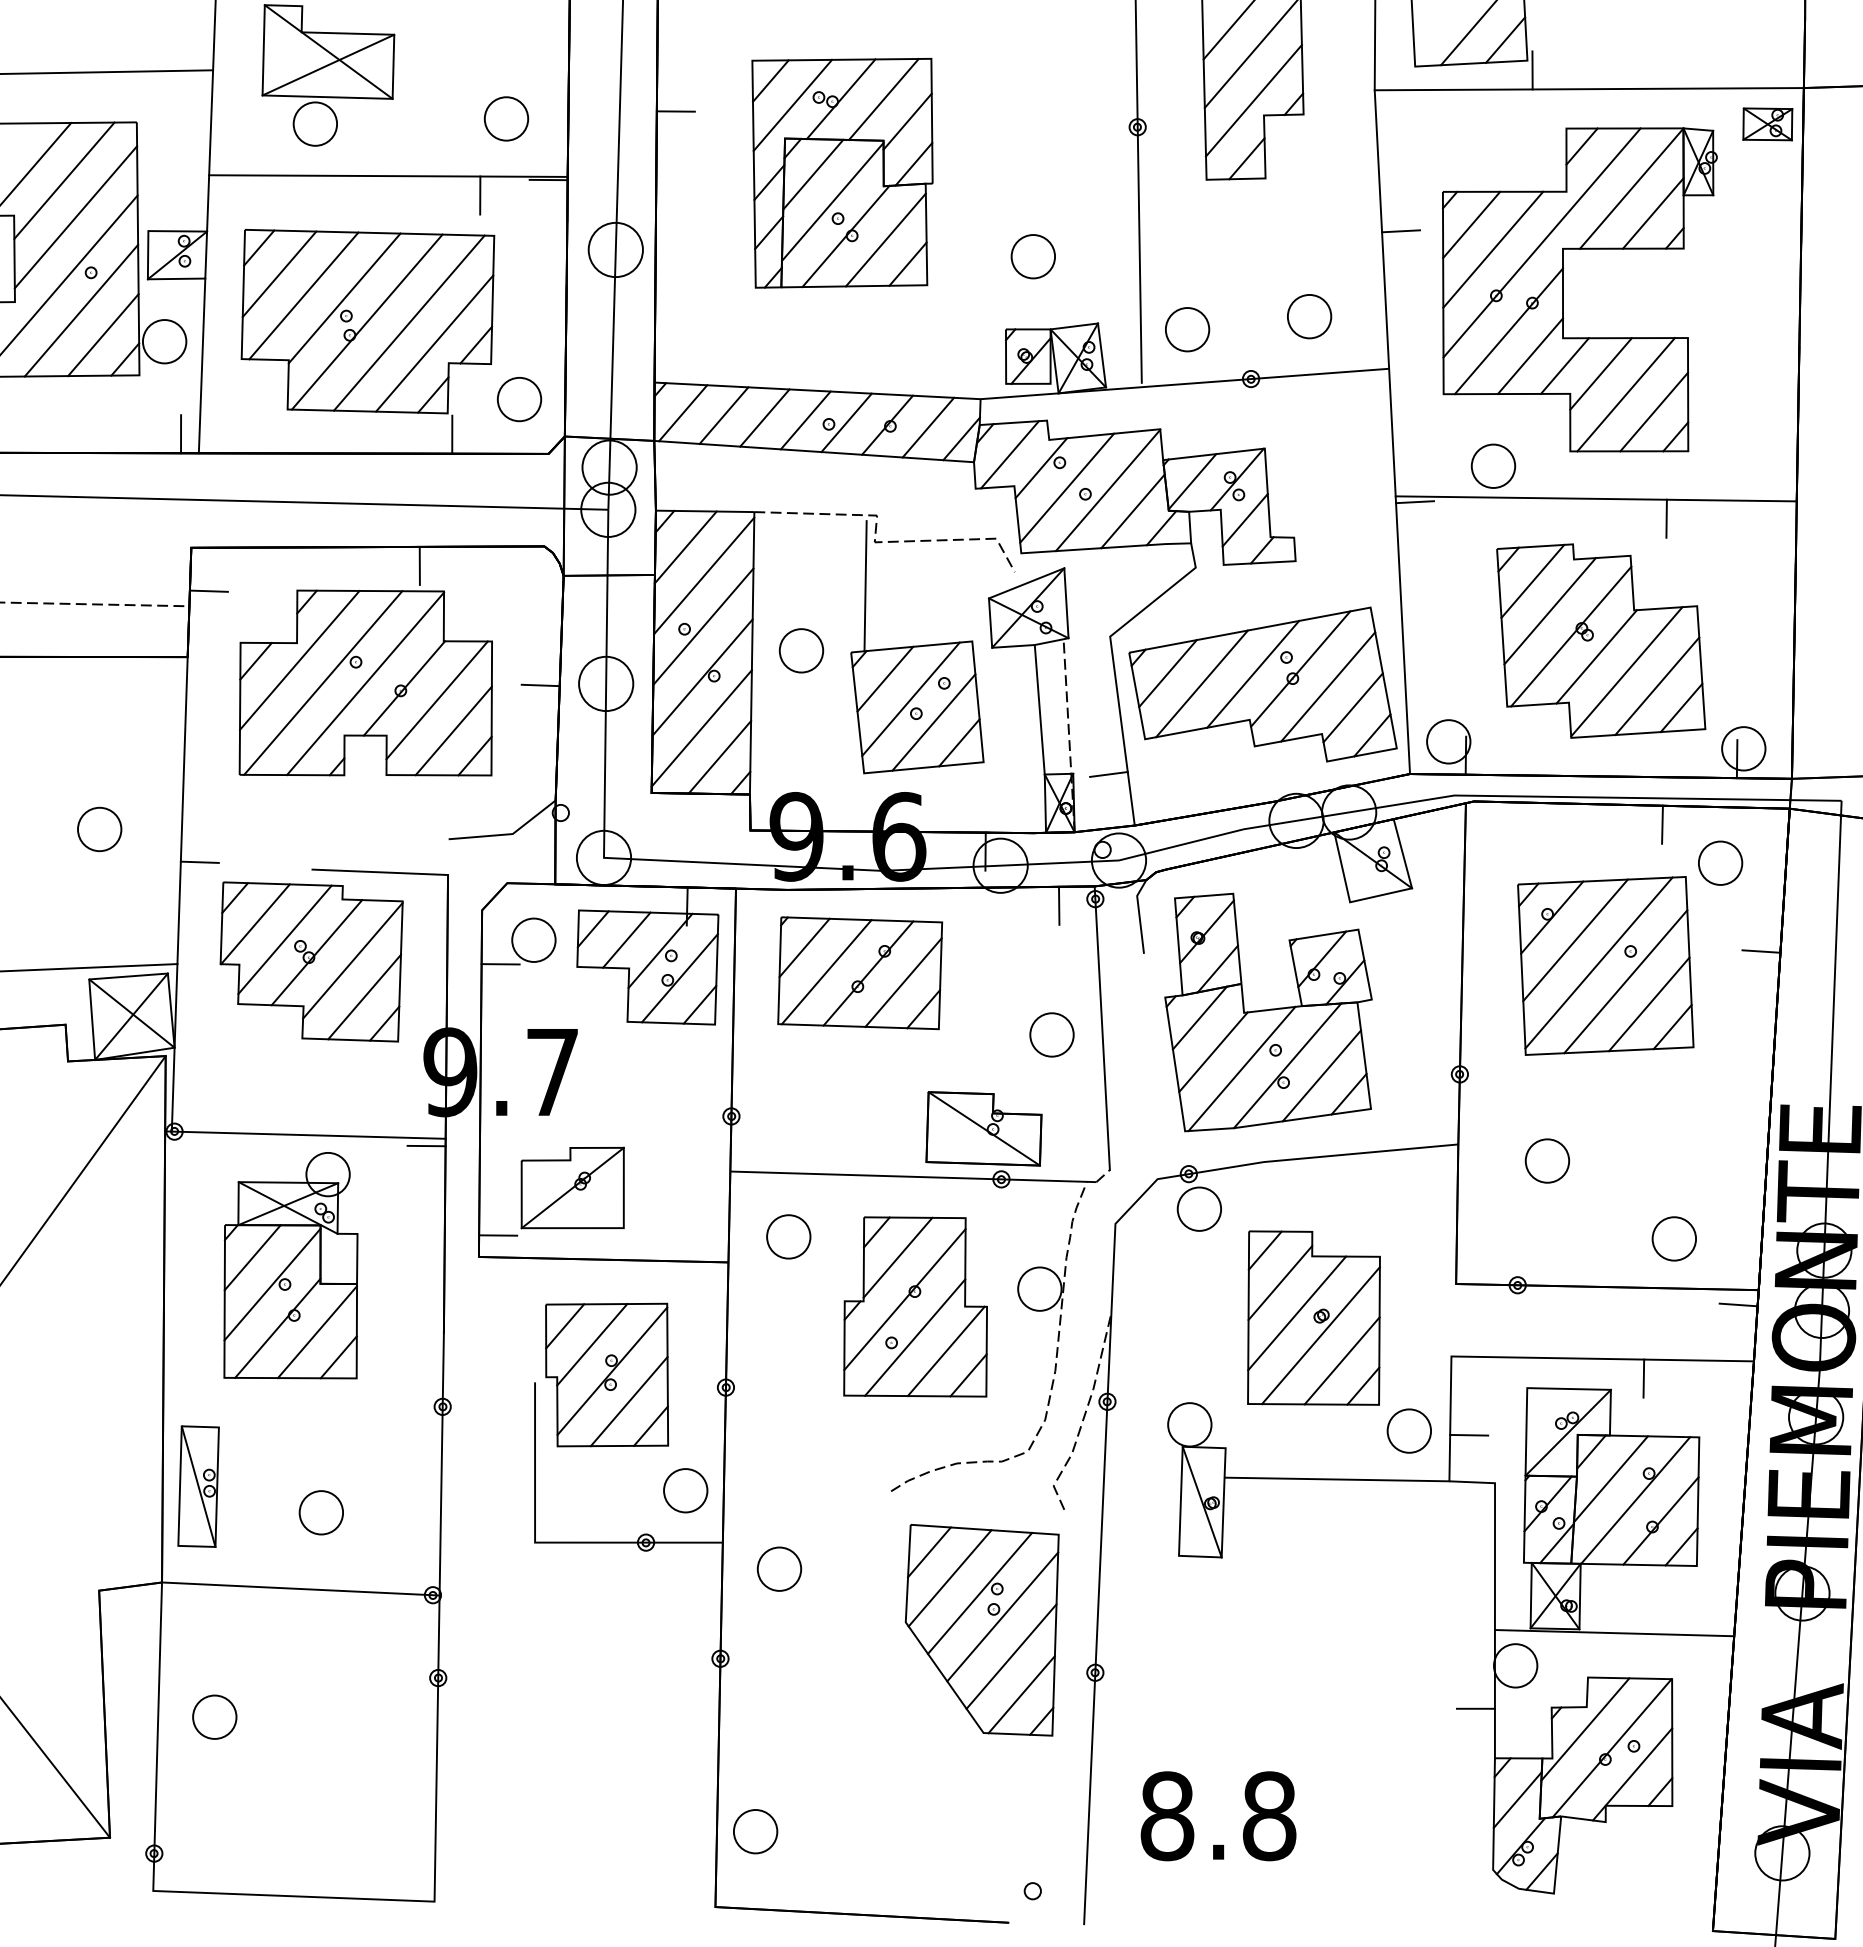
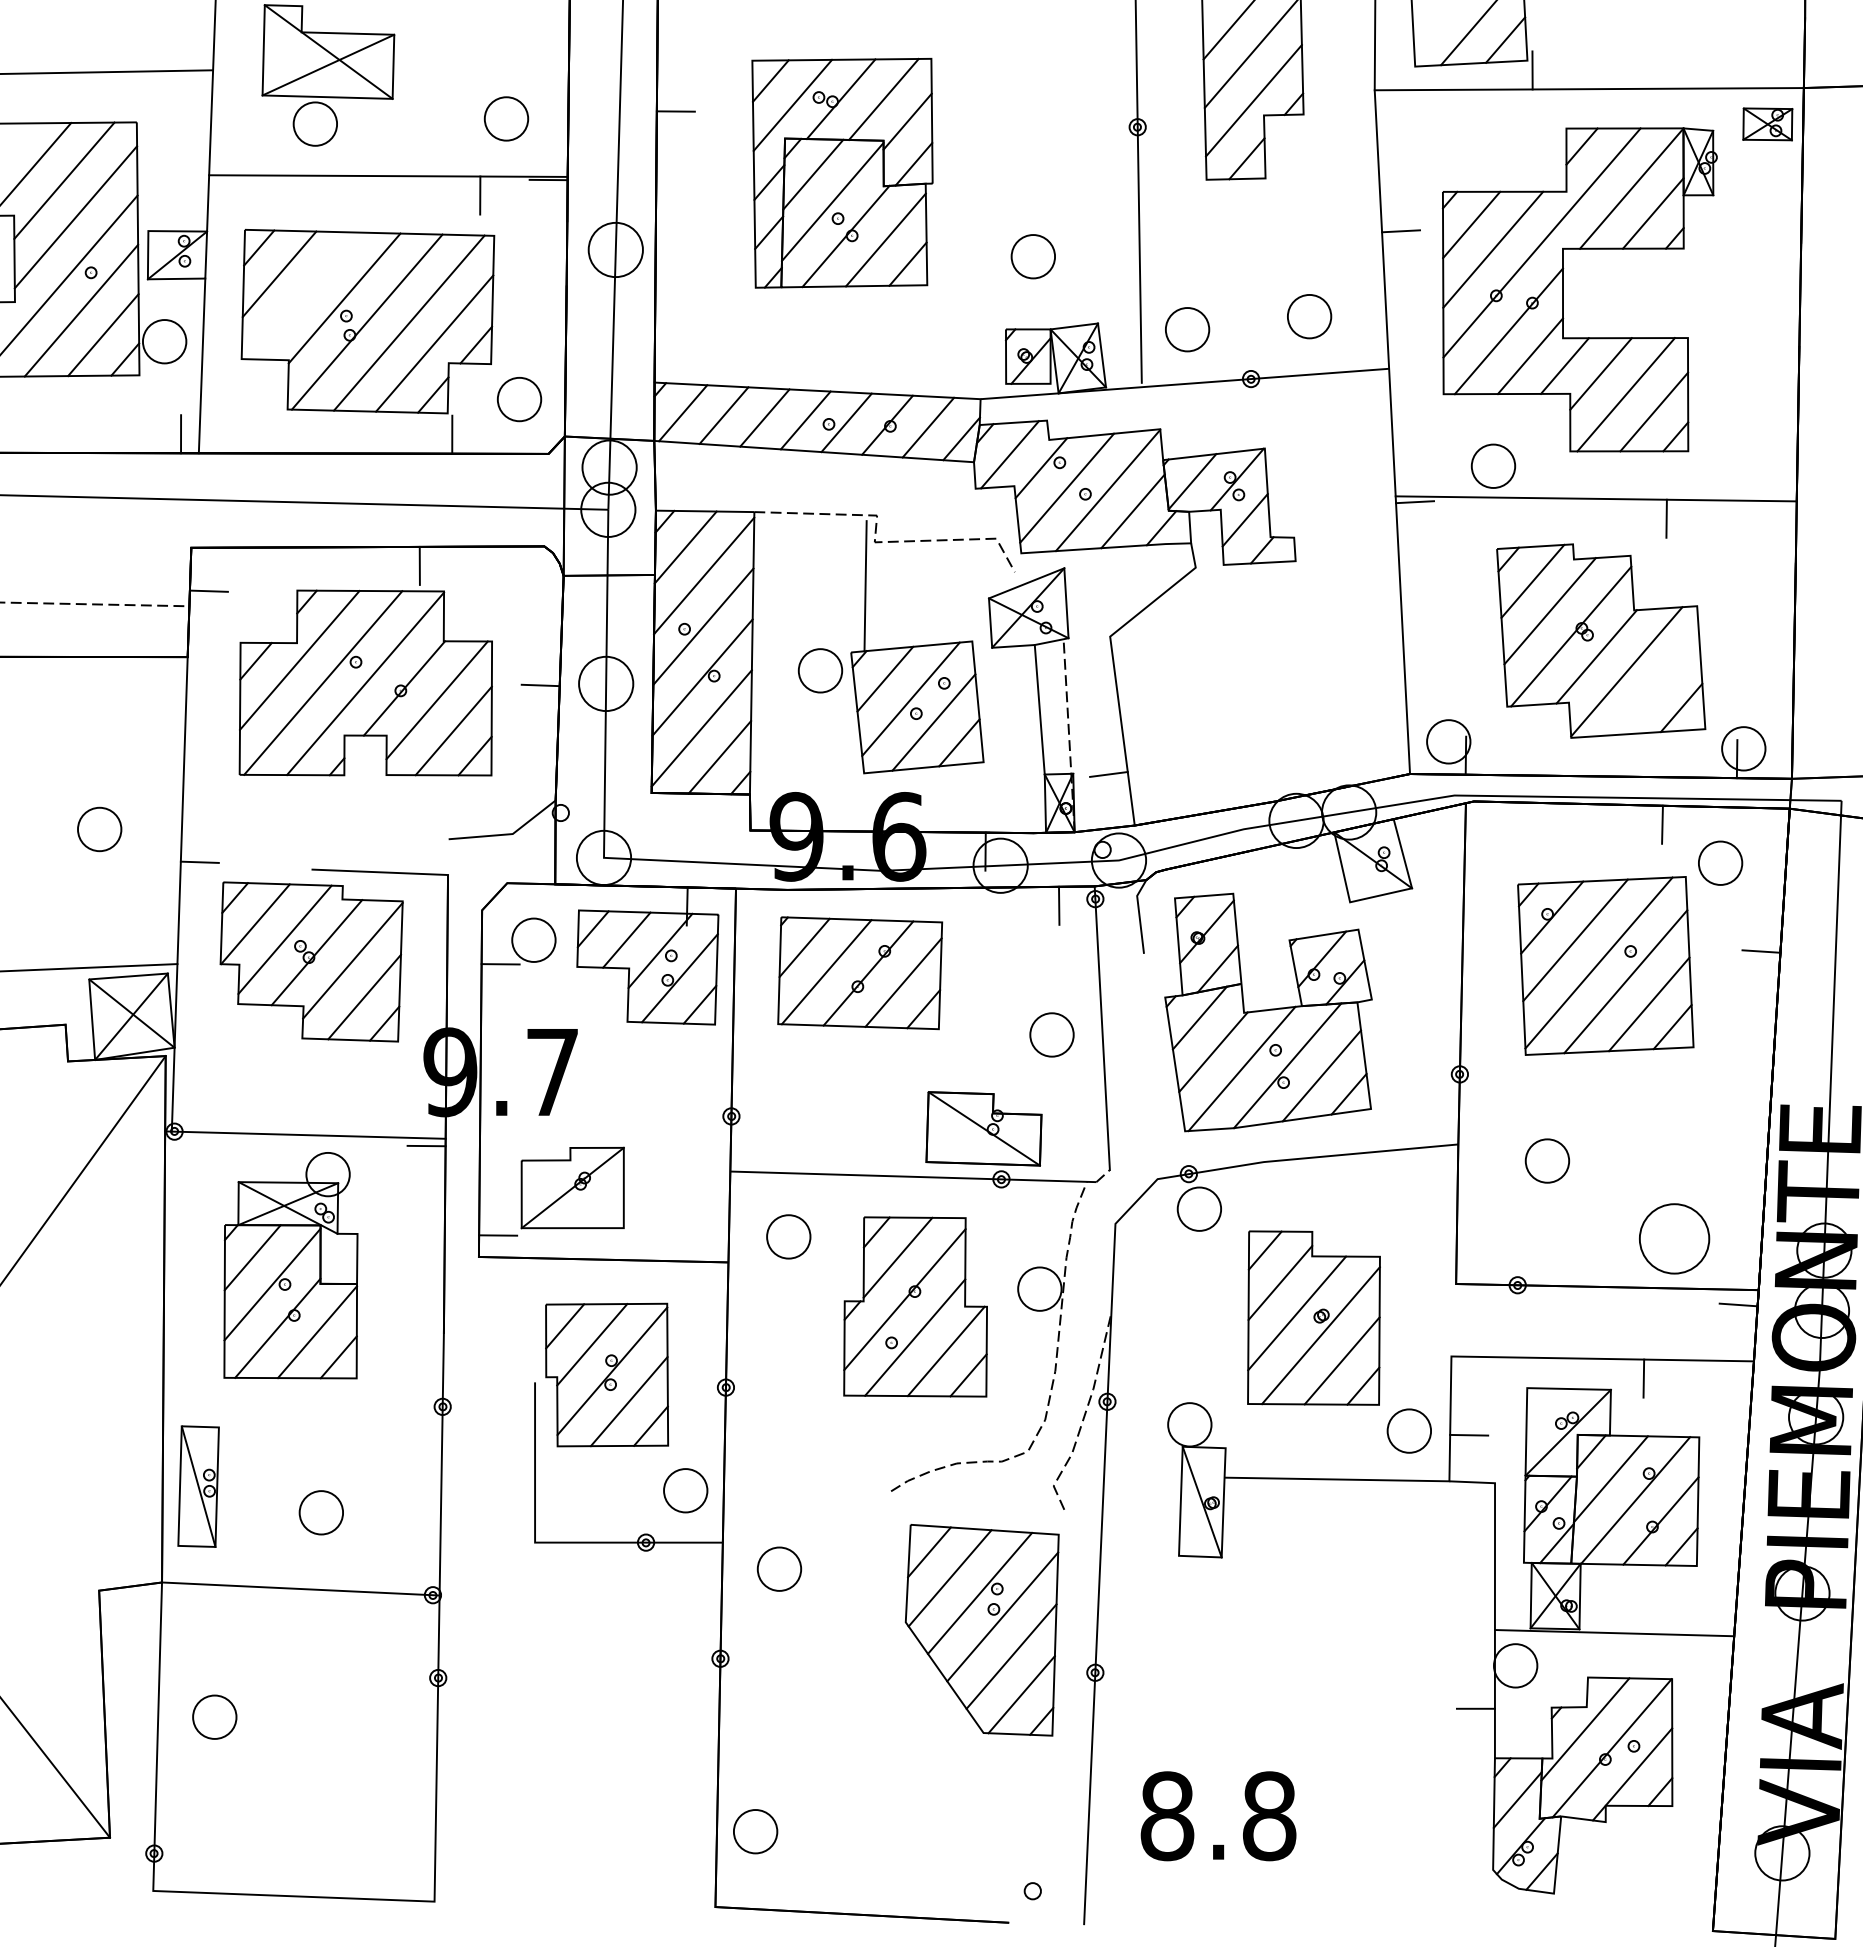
line at (303, 295): present -> none
part at (801, 650) position: (801, 650) -> (820, 670)
part at (1262, 684): present -> none
line at (1657, 686): present -> none
part at (1673, 1238) size: 46x46 px -> 72x72 px
